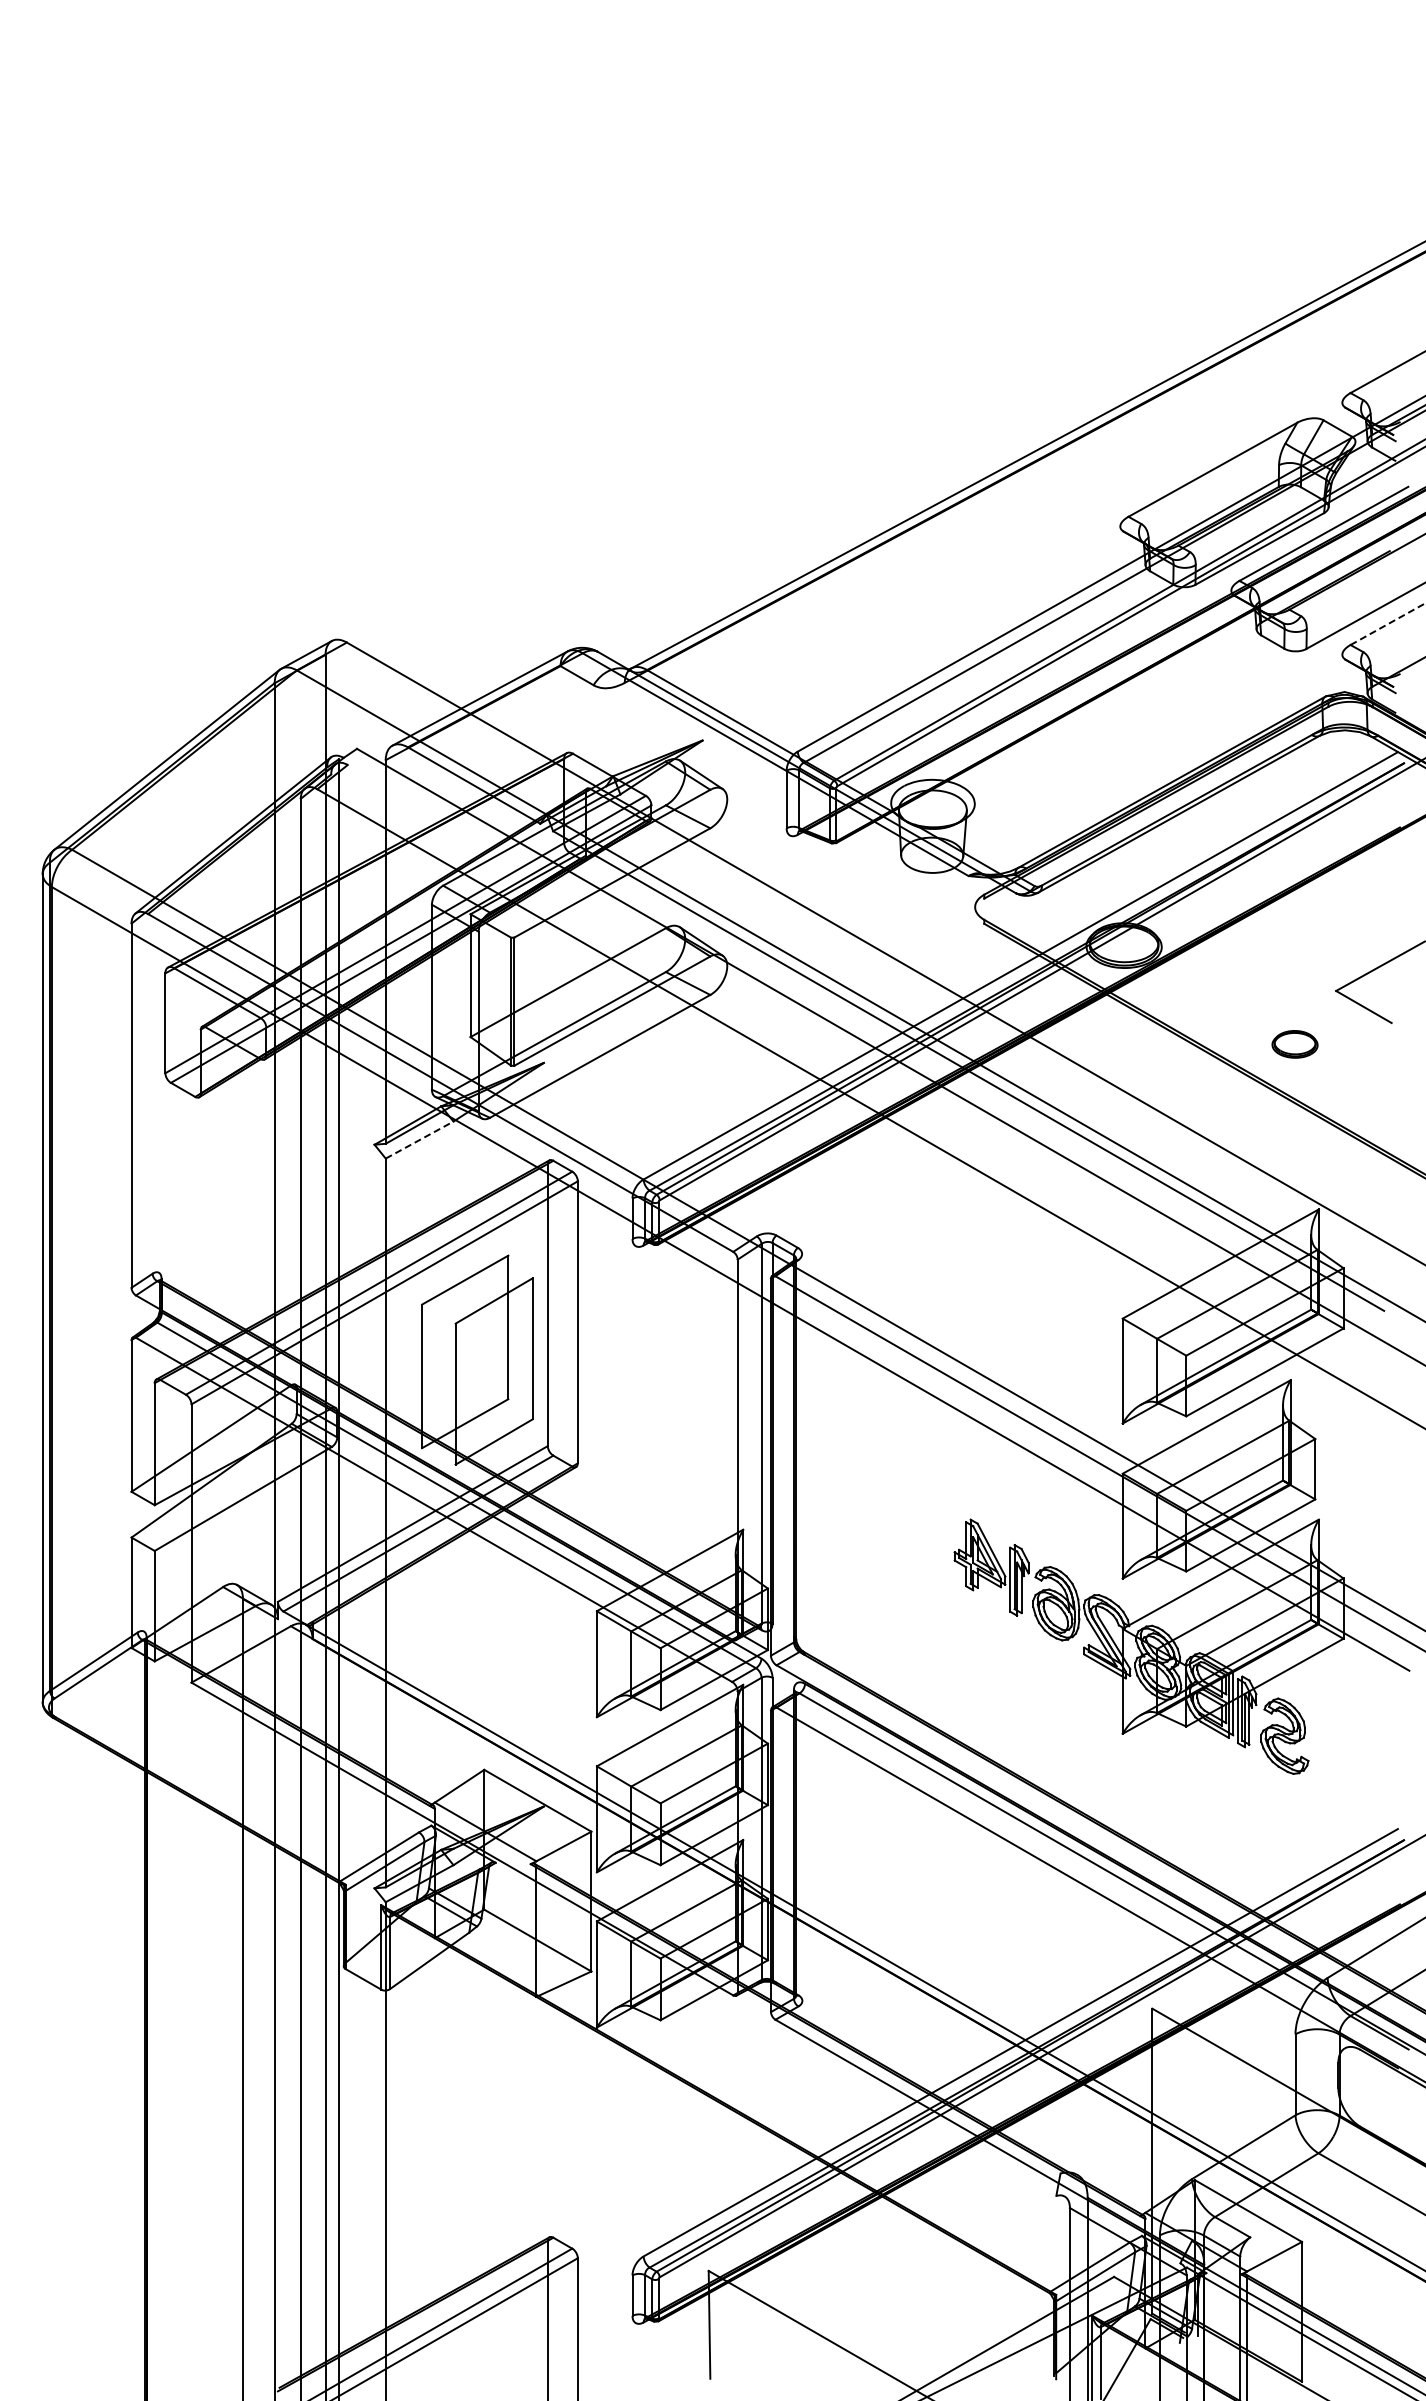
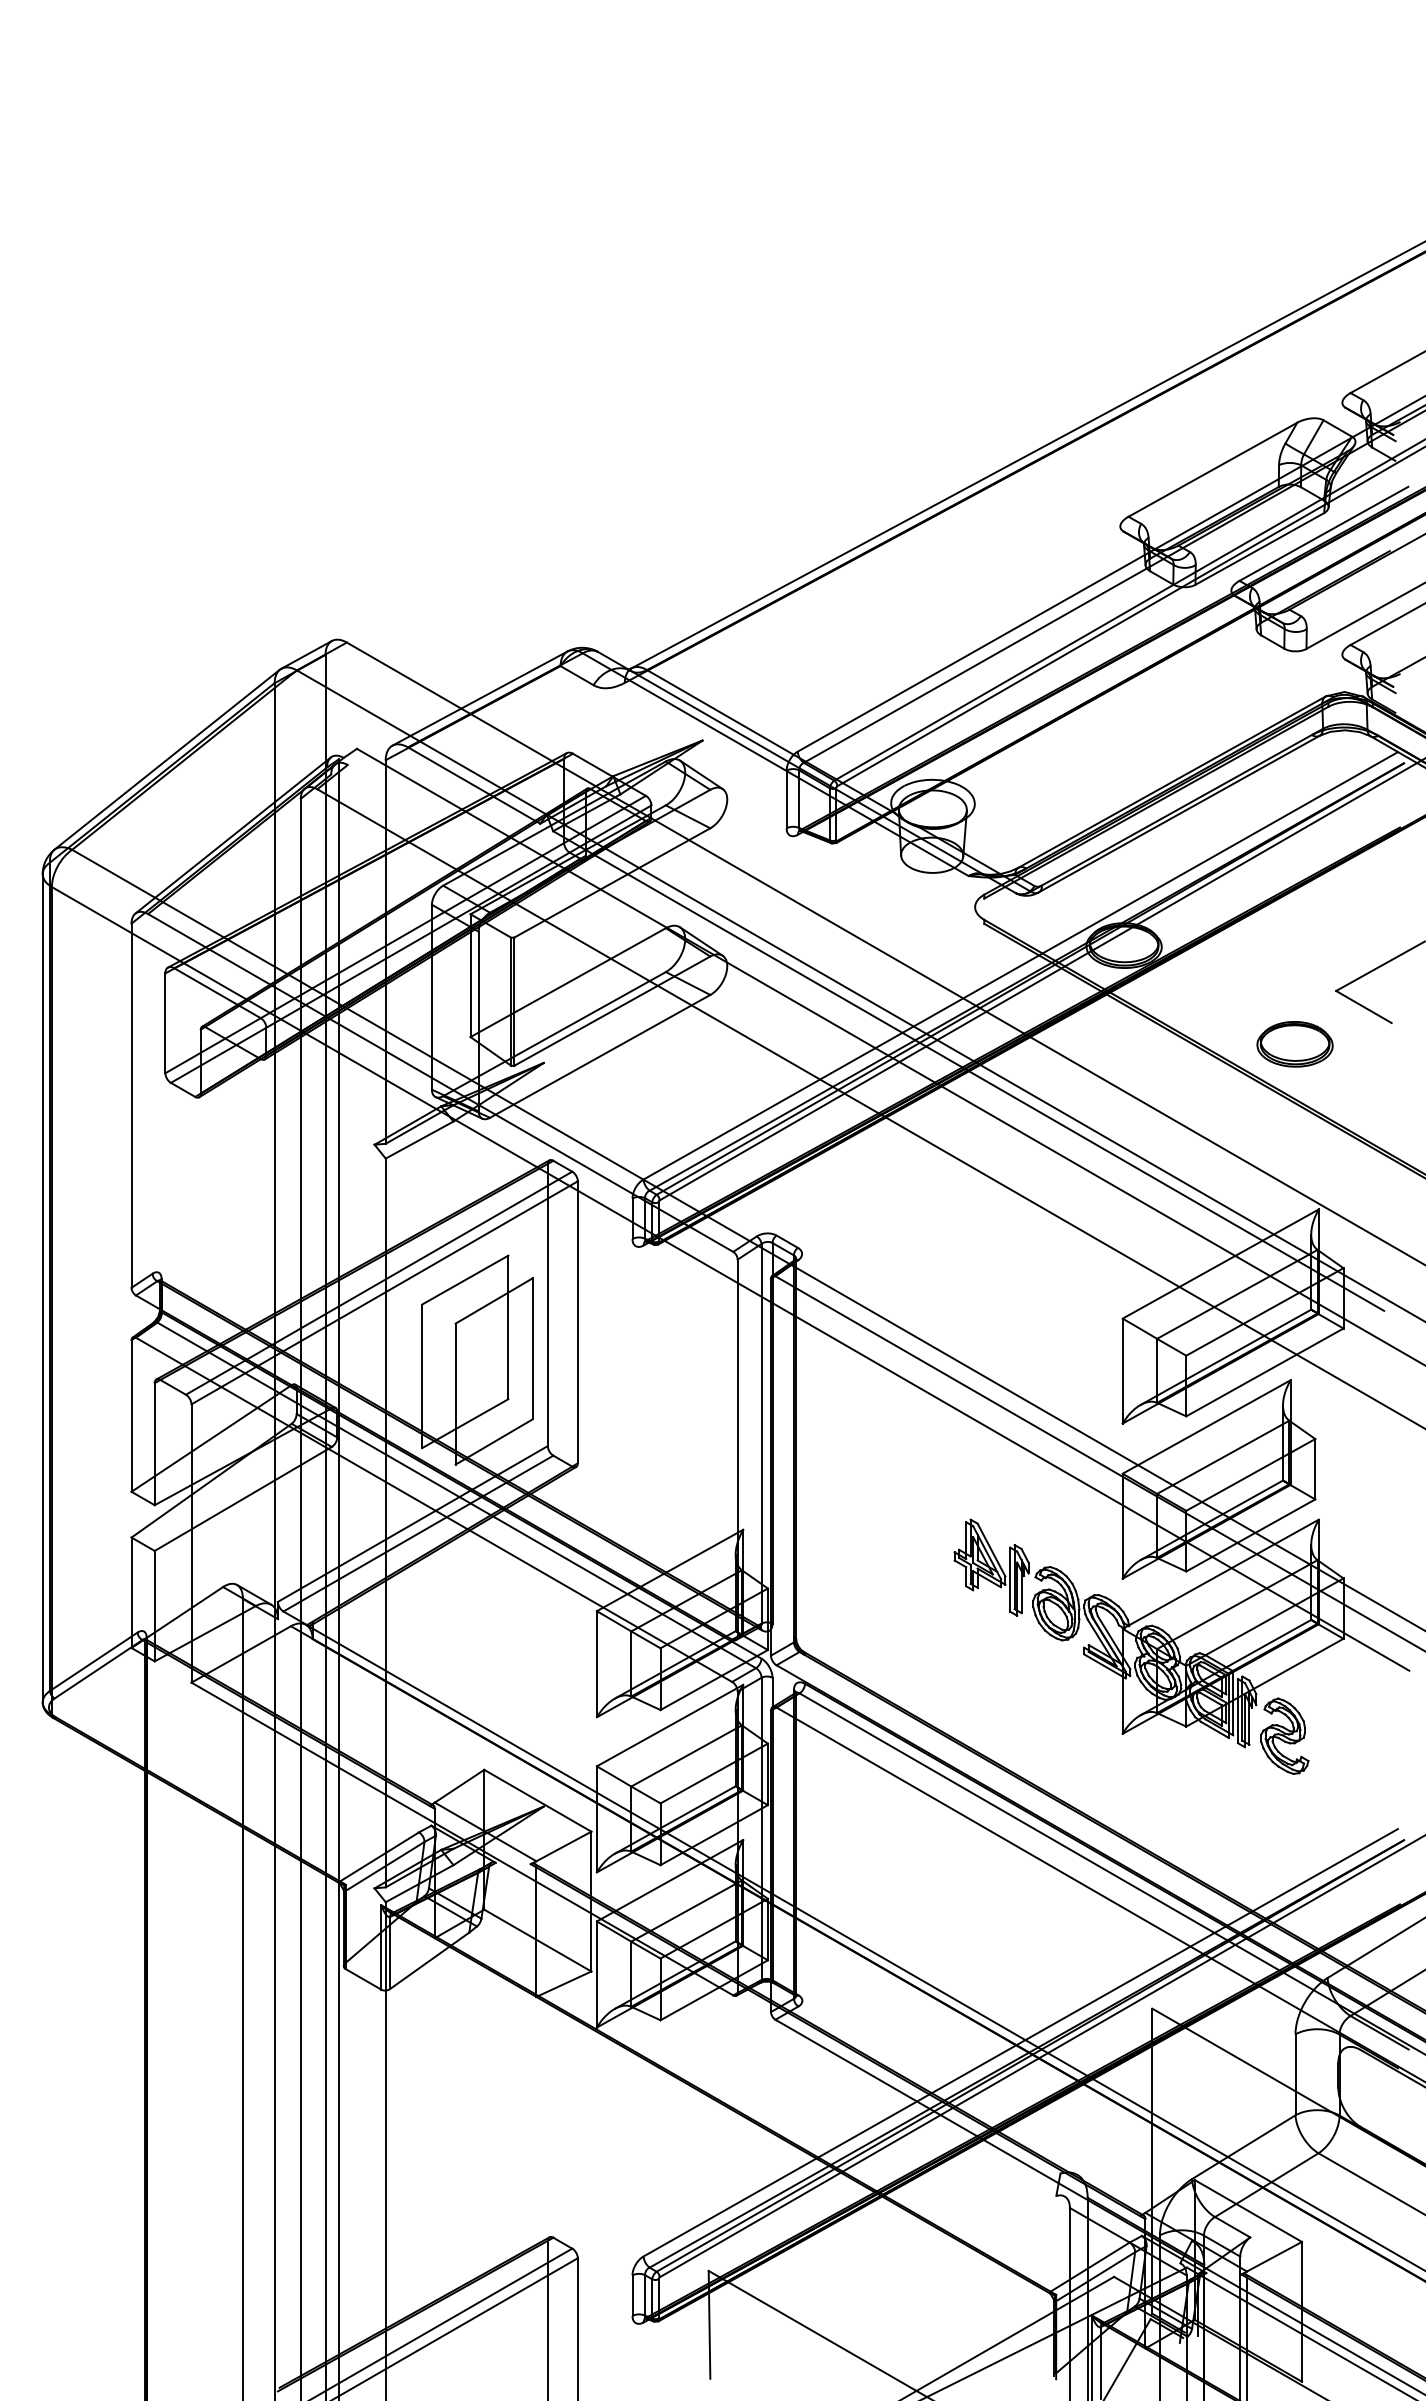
line at (1387, 624): dashed -> solid
part at (1294, 1044) size: 48x29 px -> 78x47 px
line at (419, 1140): dashed -> solid
